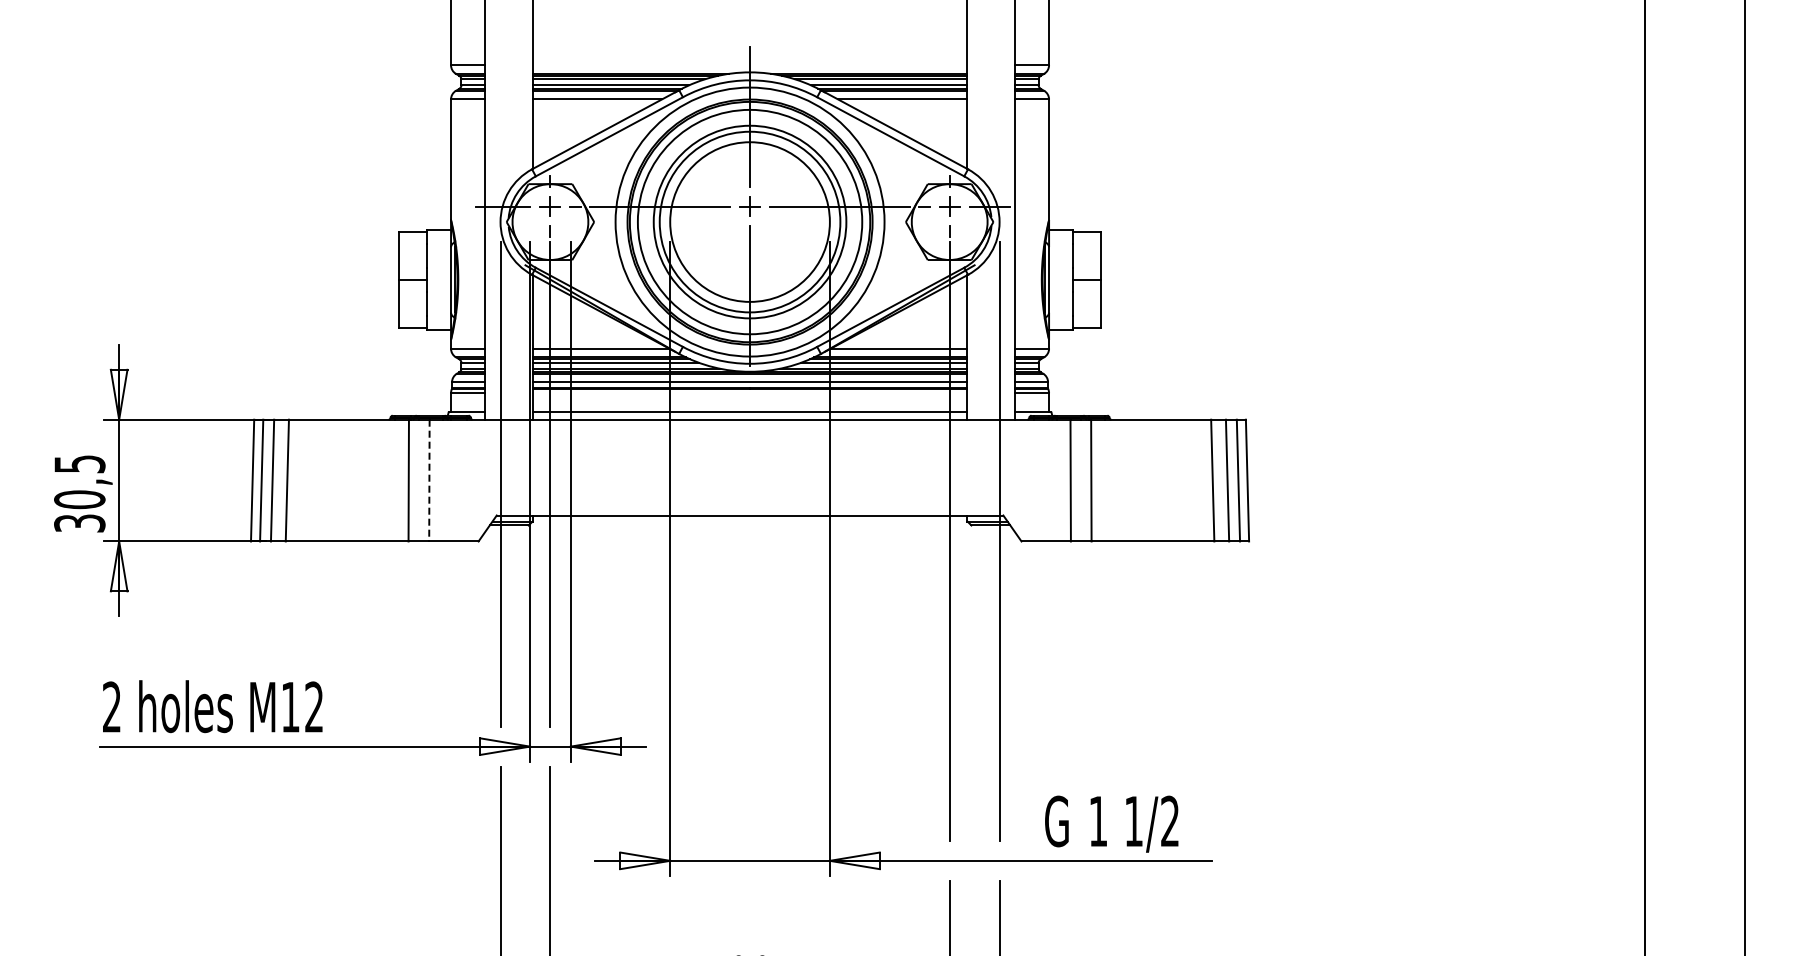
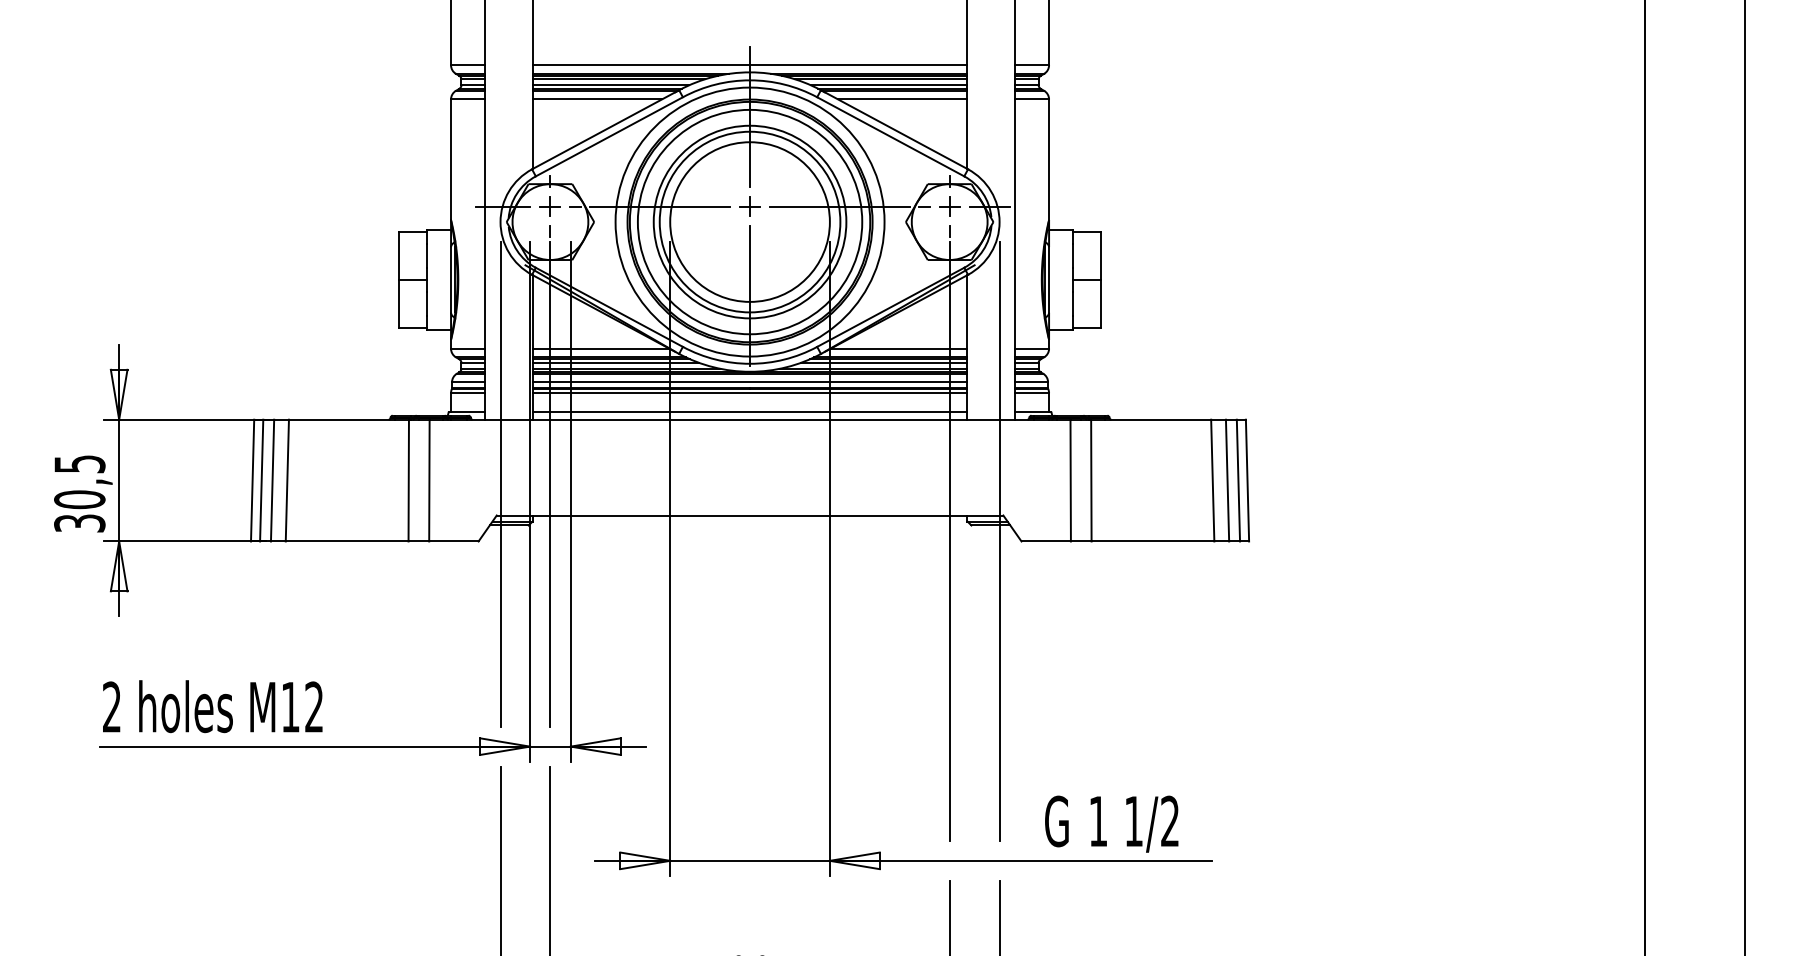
line at (749, 65): none -> present
line at (749, 393): none -> present
line at (429, 480): dashed -> solid
